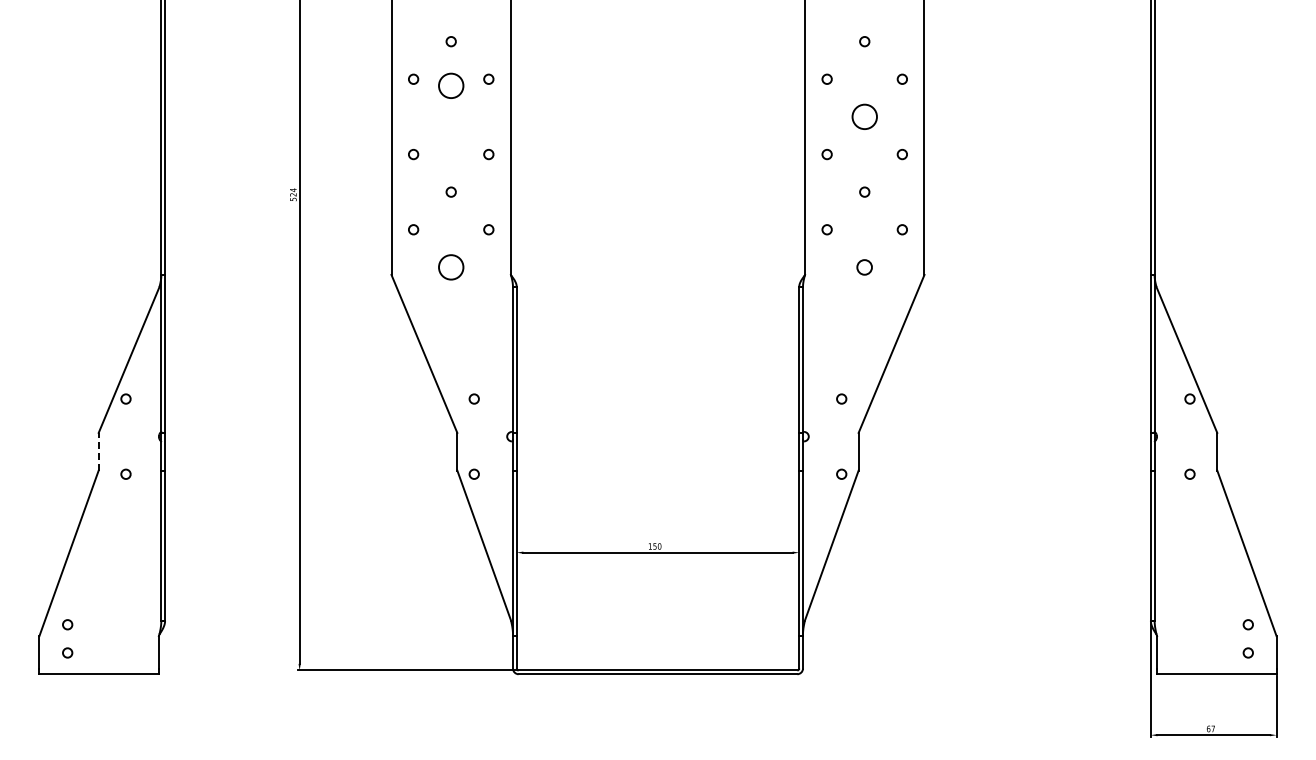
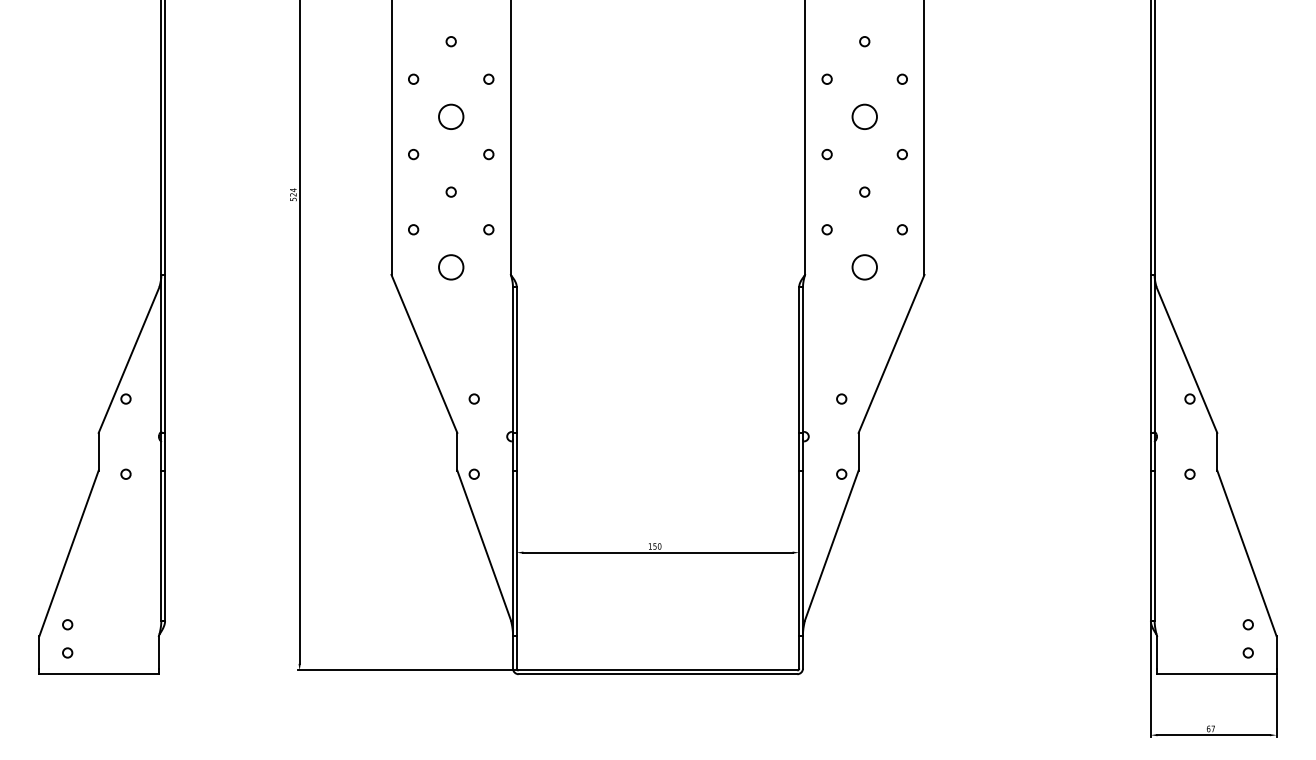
circle at (451, 85) position: (451, 85) -> (451, 116)
circle at (864, 267) size: 17x17 px -> 27x27 px
line at (98, 451): dashed -> solid
